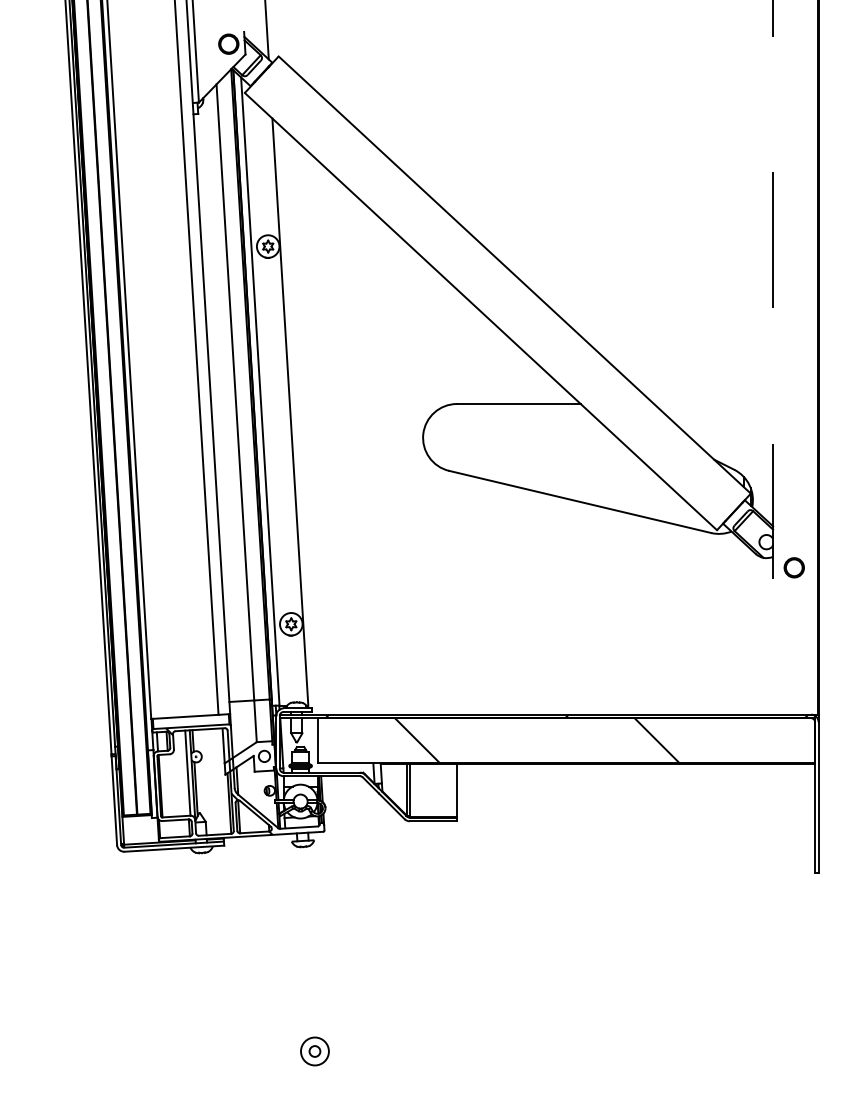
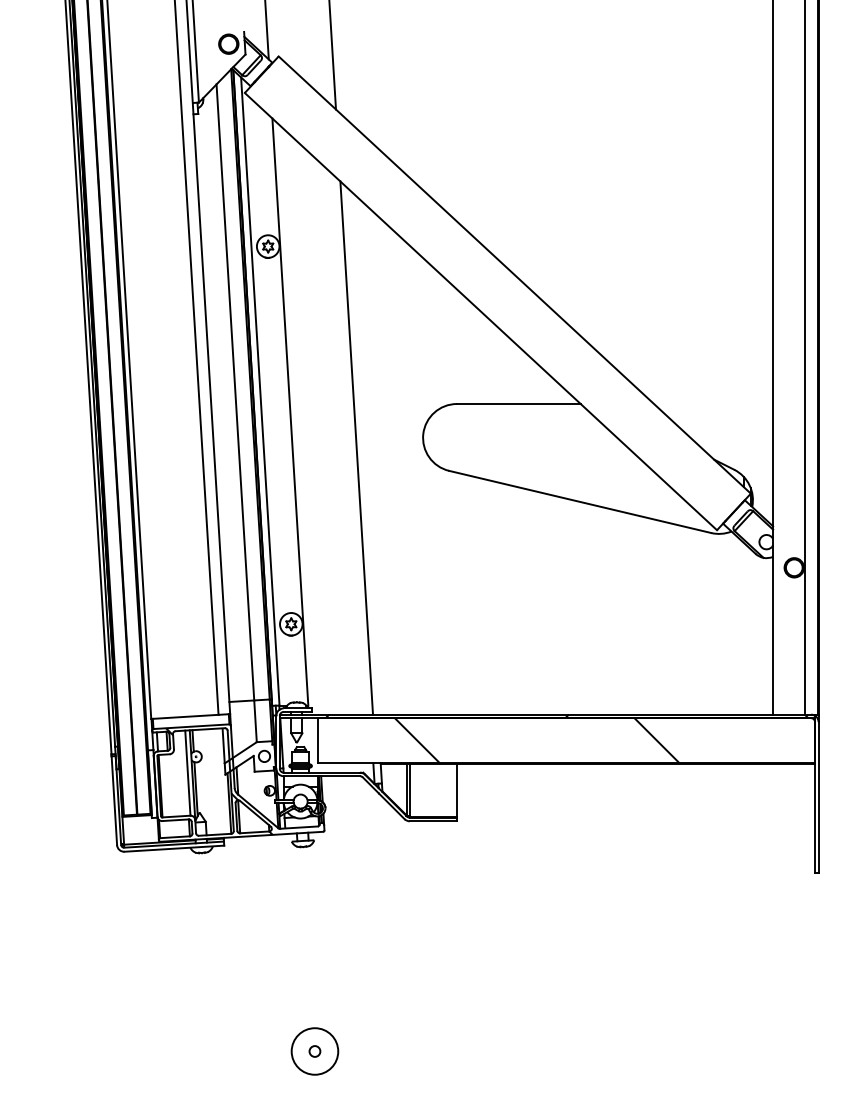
line at (332, 55): none -> present
line at (773, 357): dashed -> solid
line at (805, 358): none -> present
line at (356, 447): none -> present
circle at (314, 1051) diameter: 28 px -> 47 px
